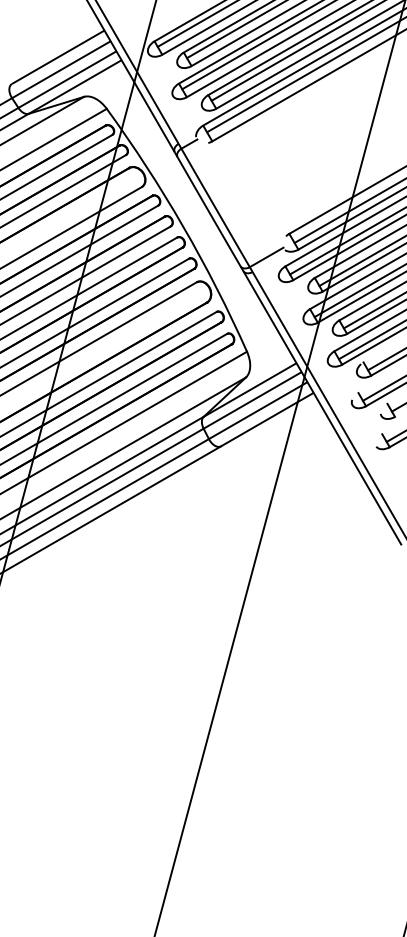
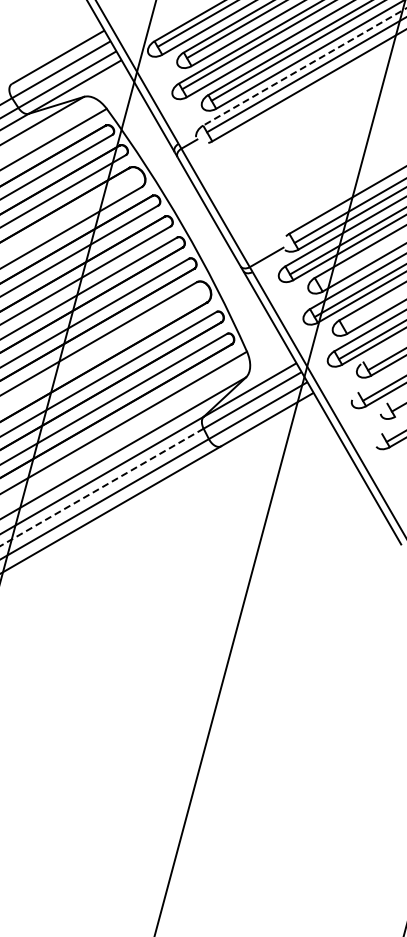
line at (304, 67): solid -> dashed
line at (361, 261): present -> none
line at (373, 310): present -> none
line at (101, 487): solid -> dashed
